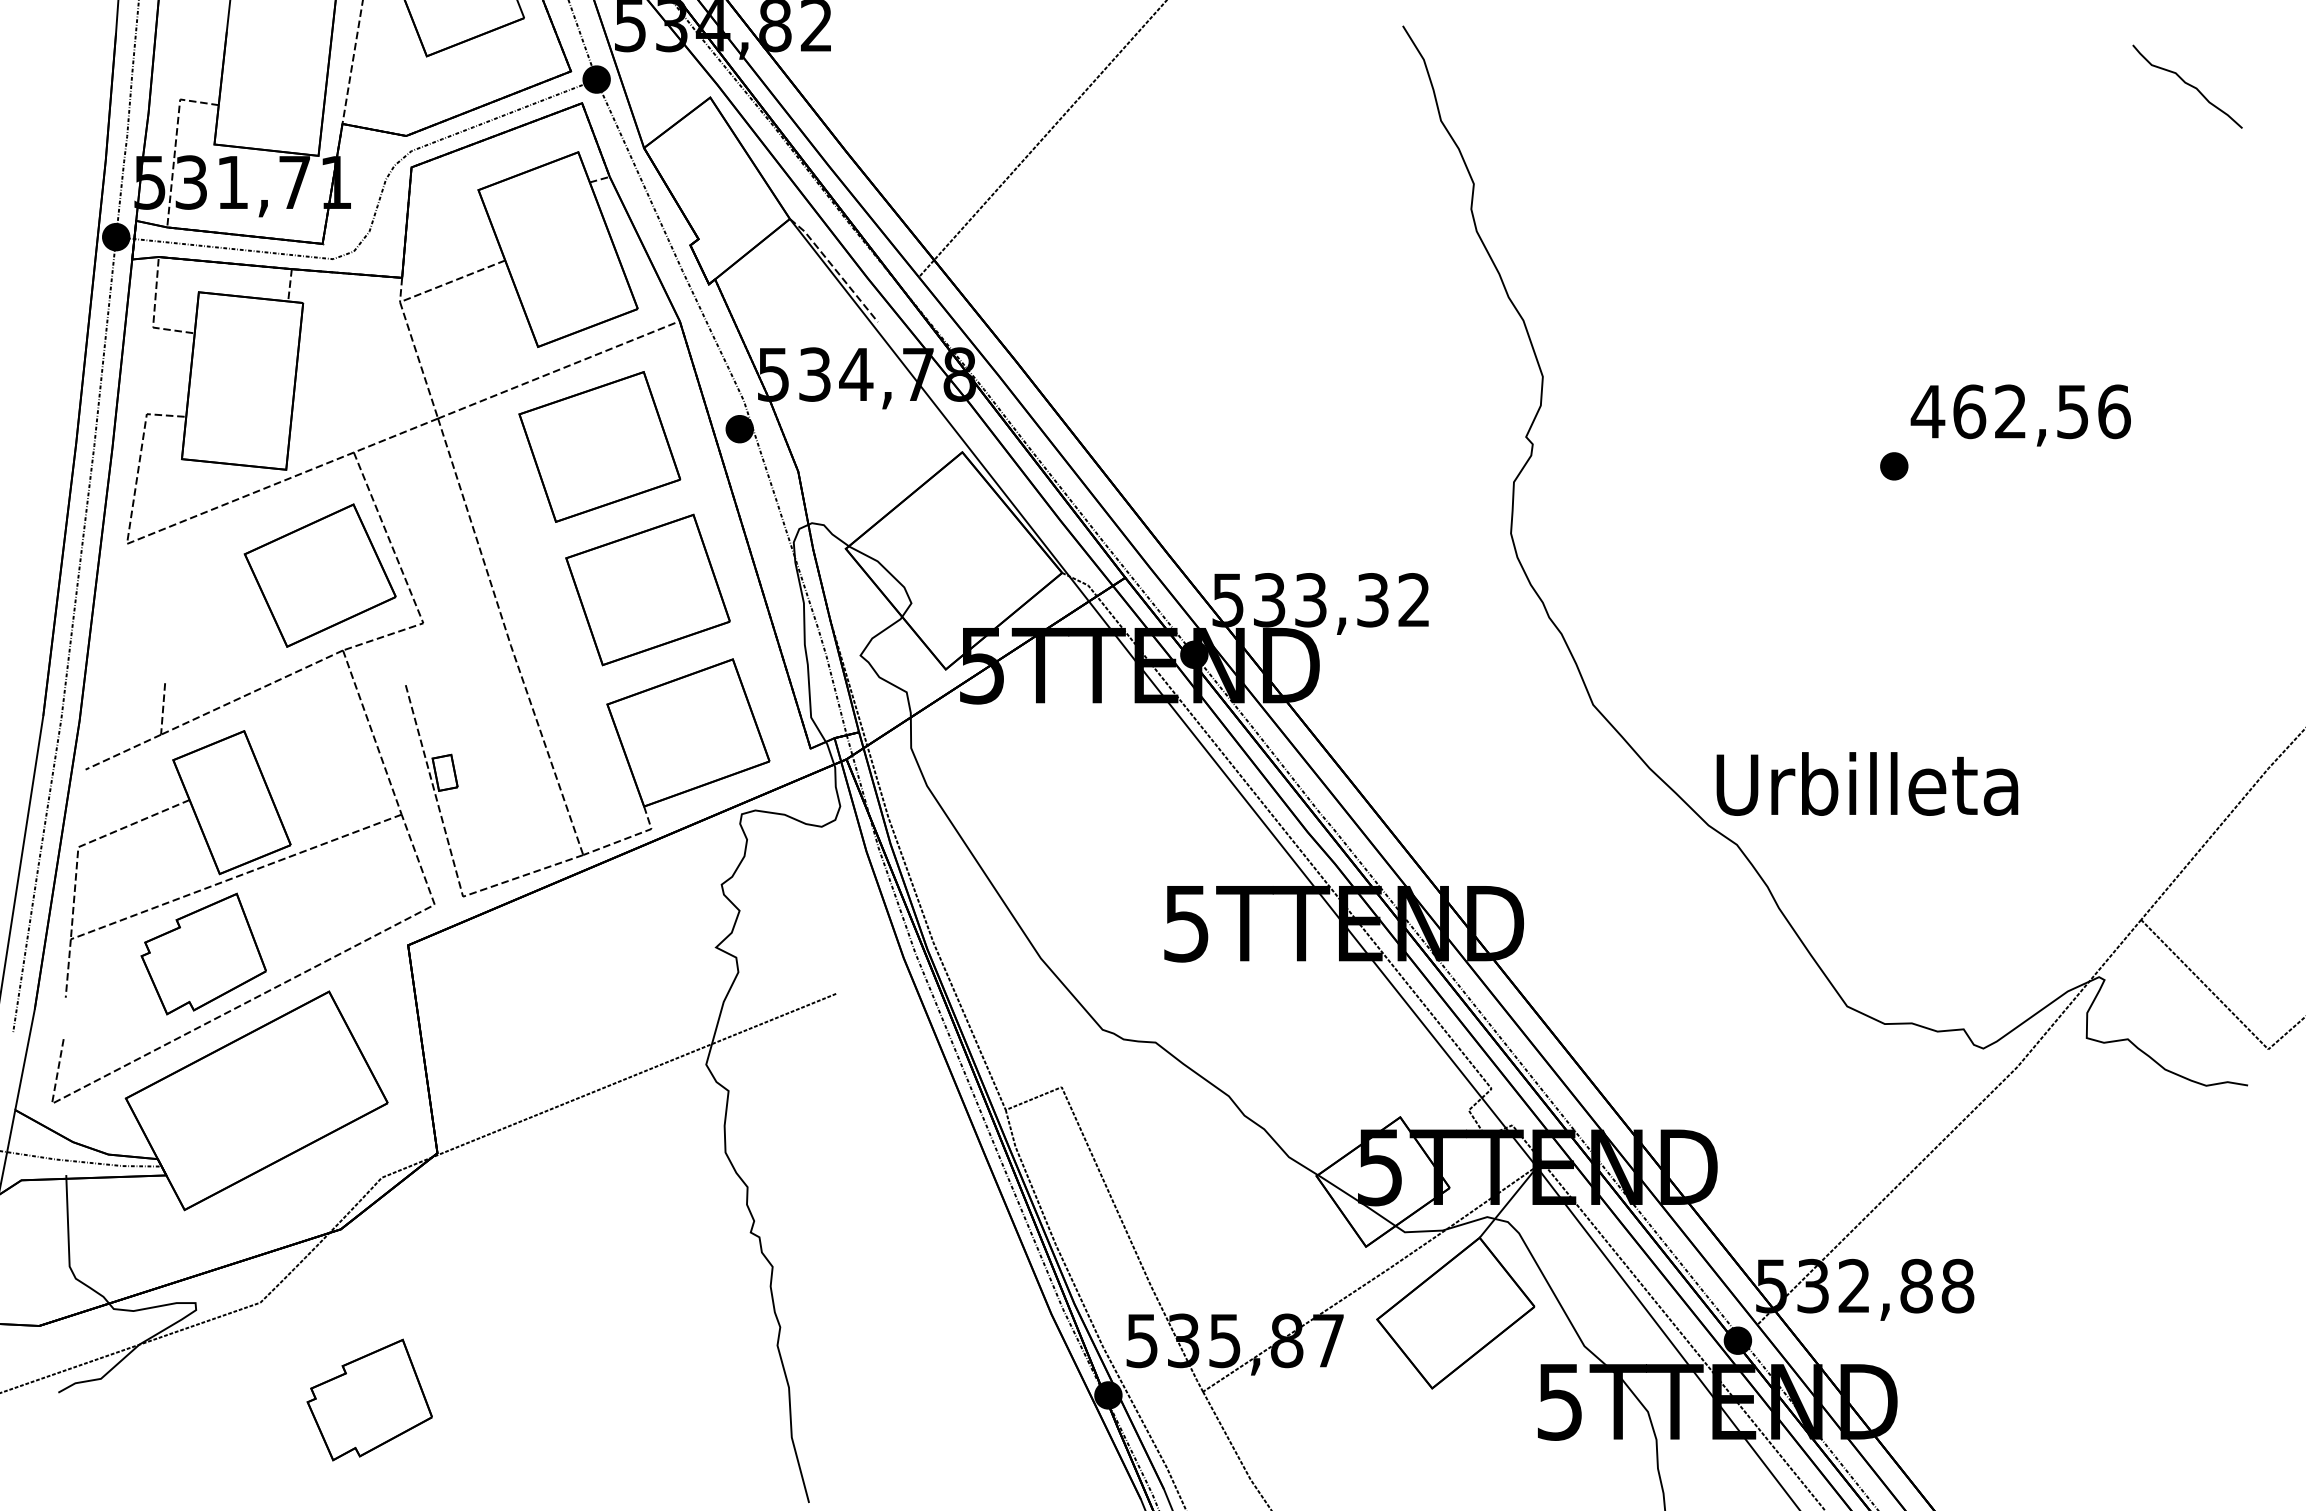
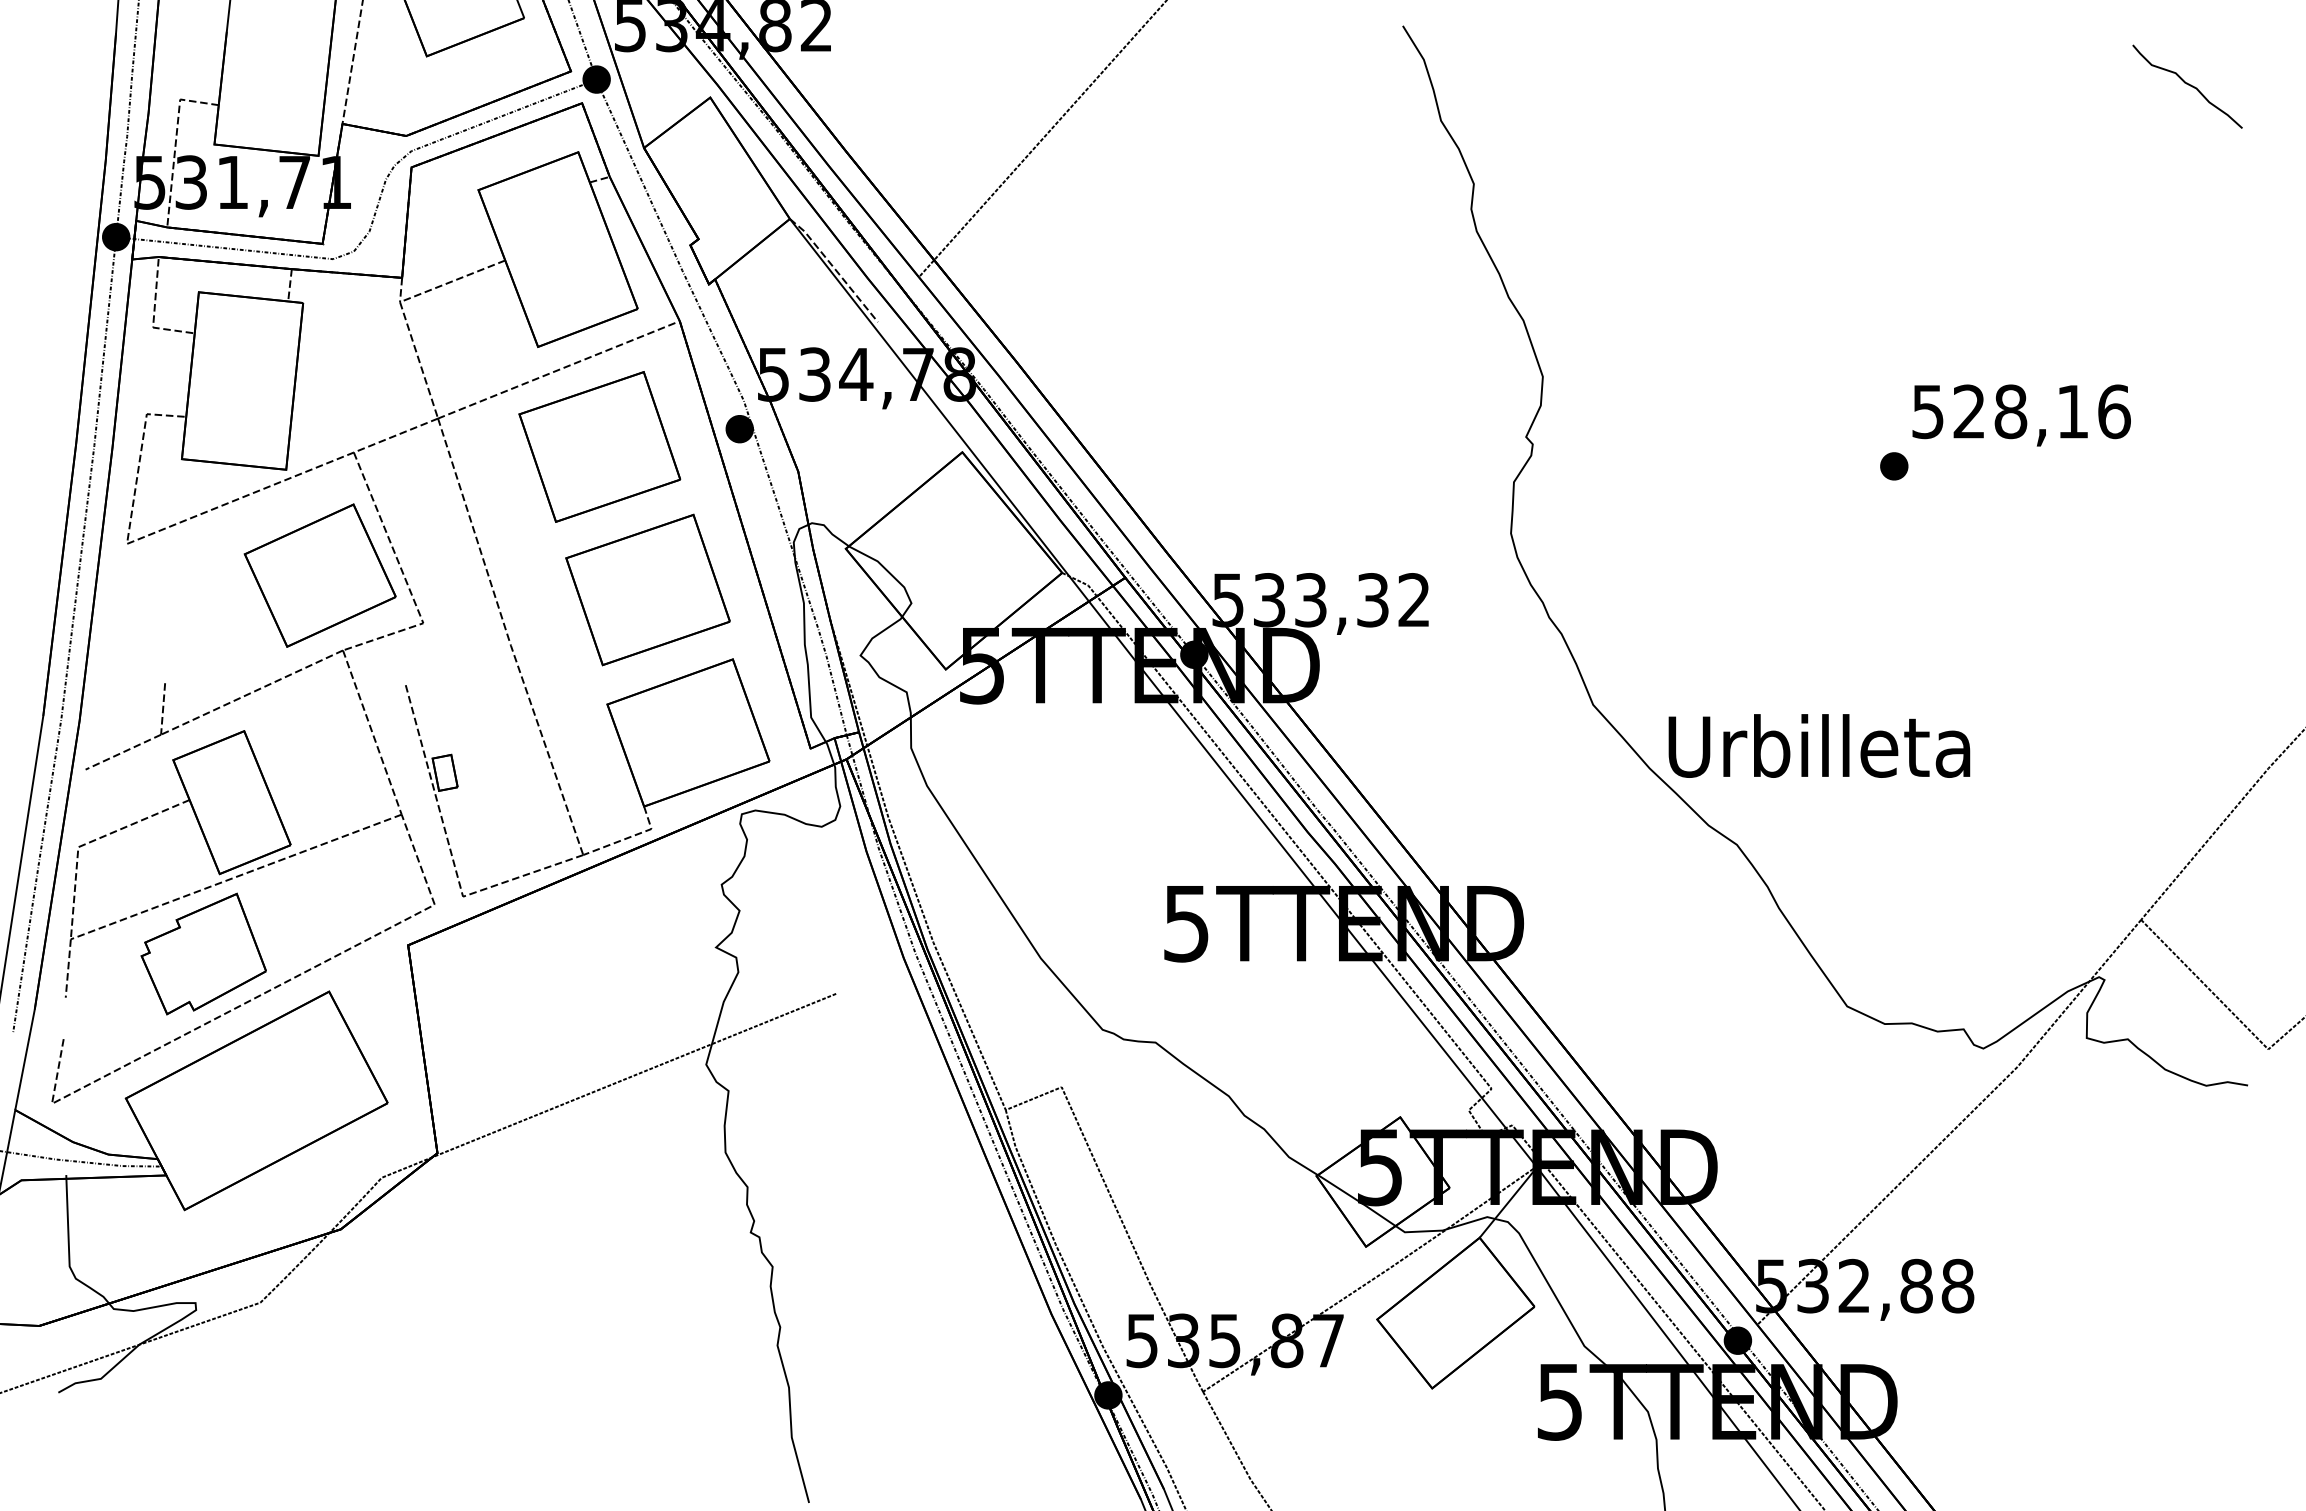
text at (1998, 411): 462,56 -> 528,16
text at (1867, 783) position: (1867, 783) -> (1819, 745)
part at (369, 1399): present -> none
